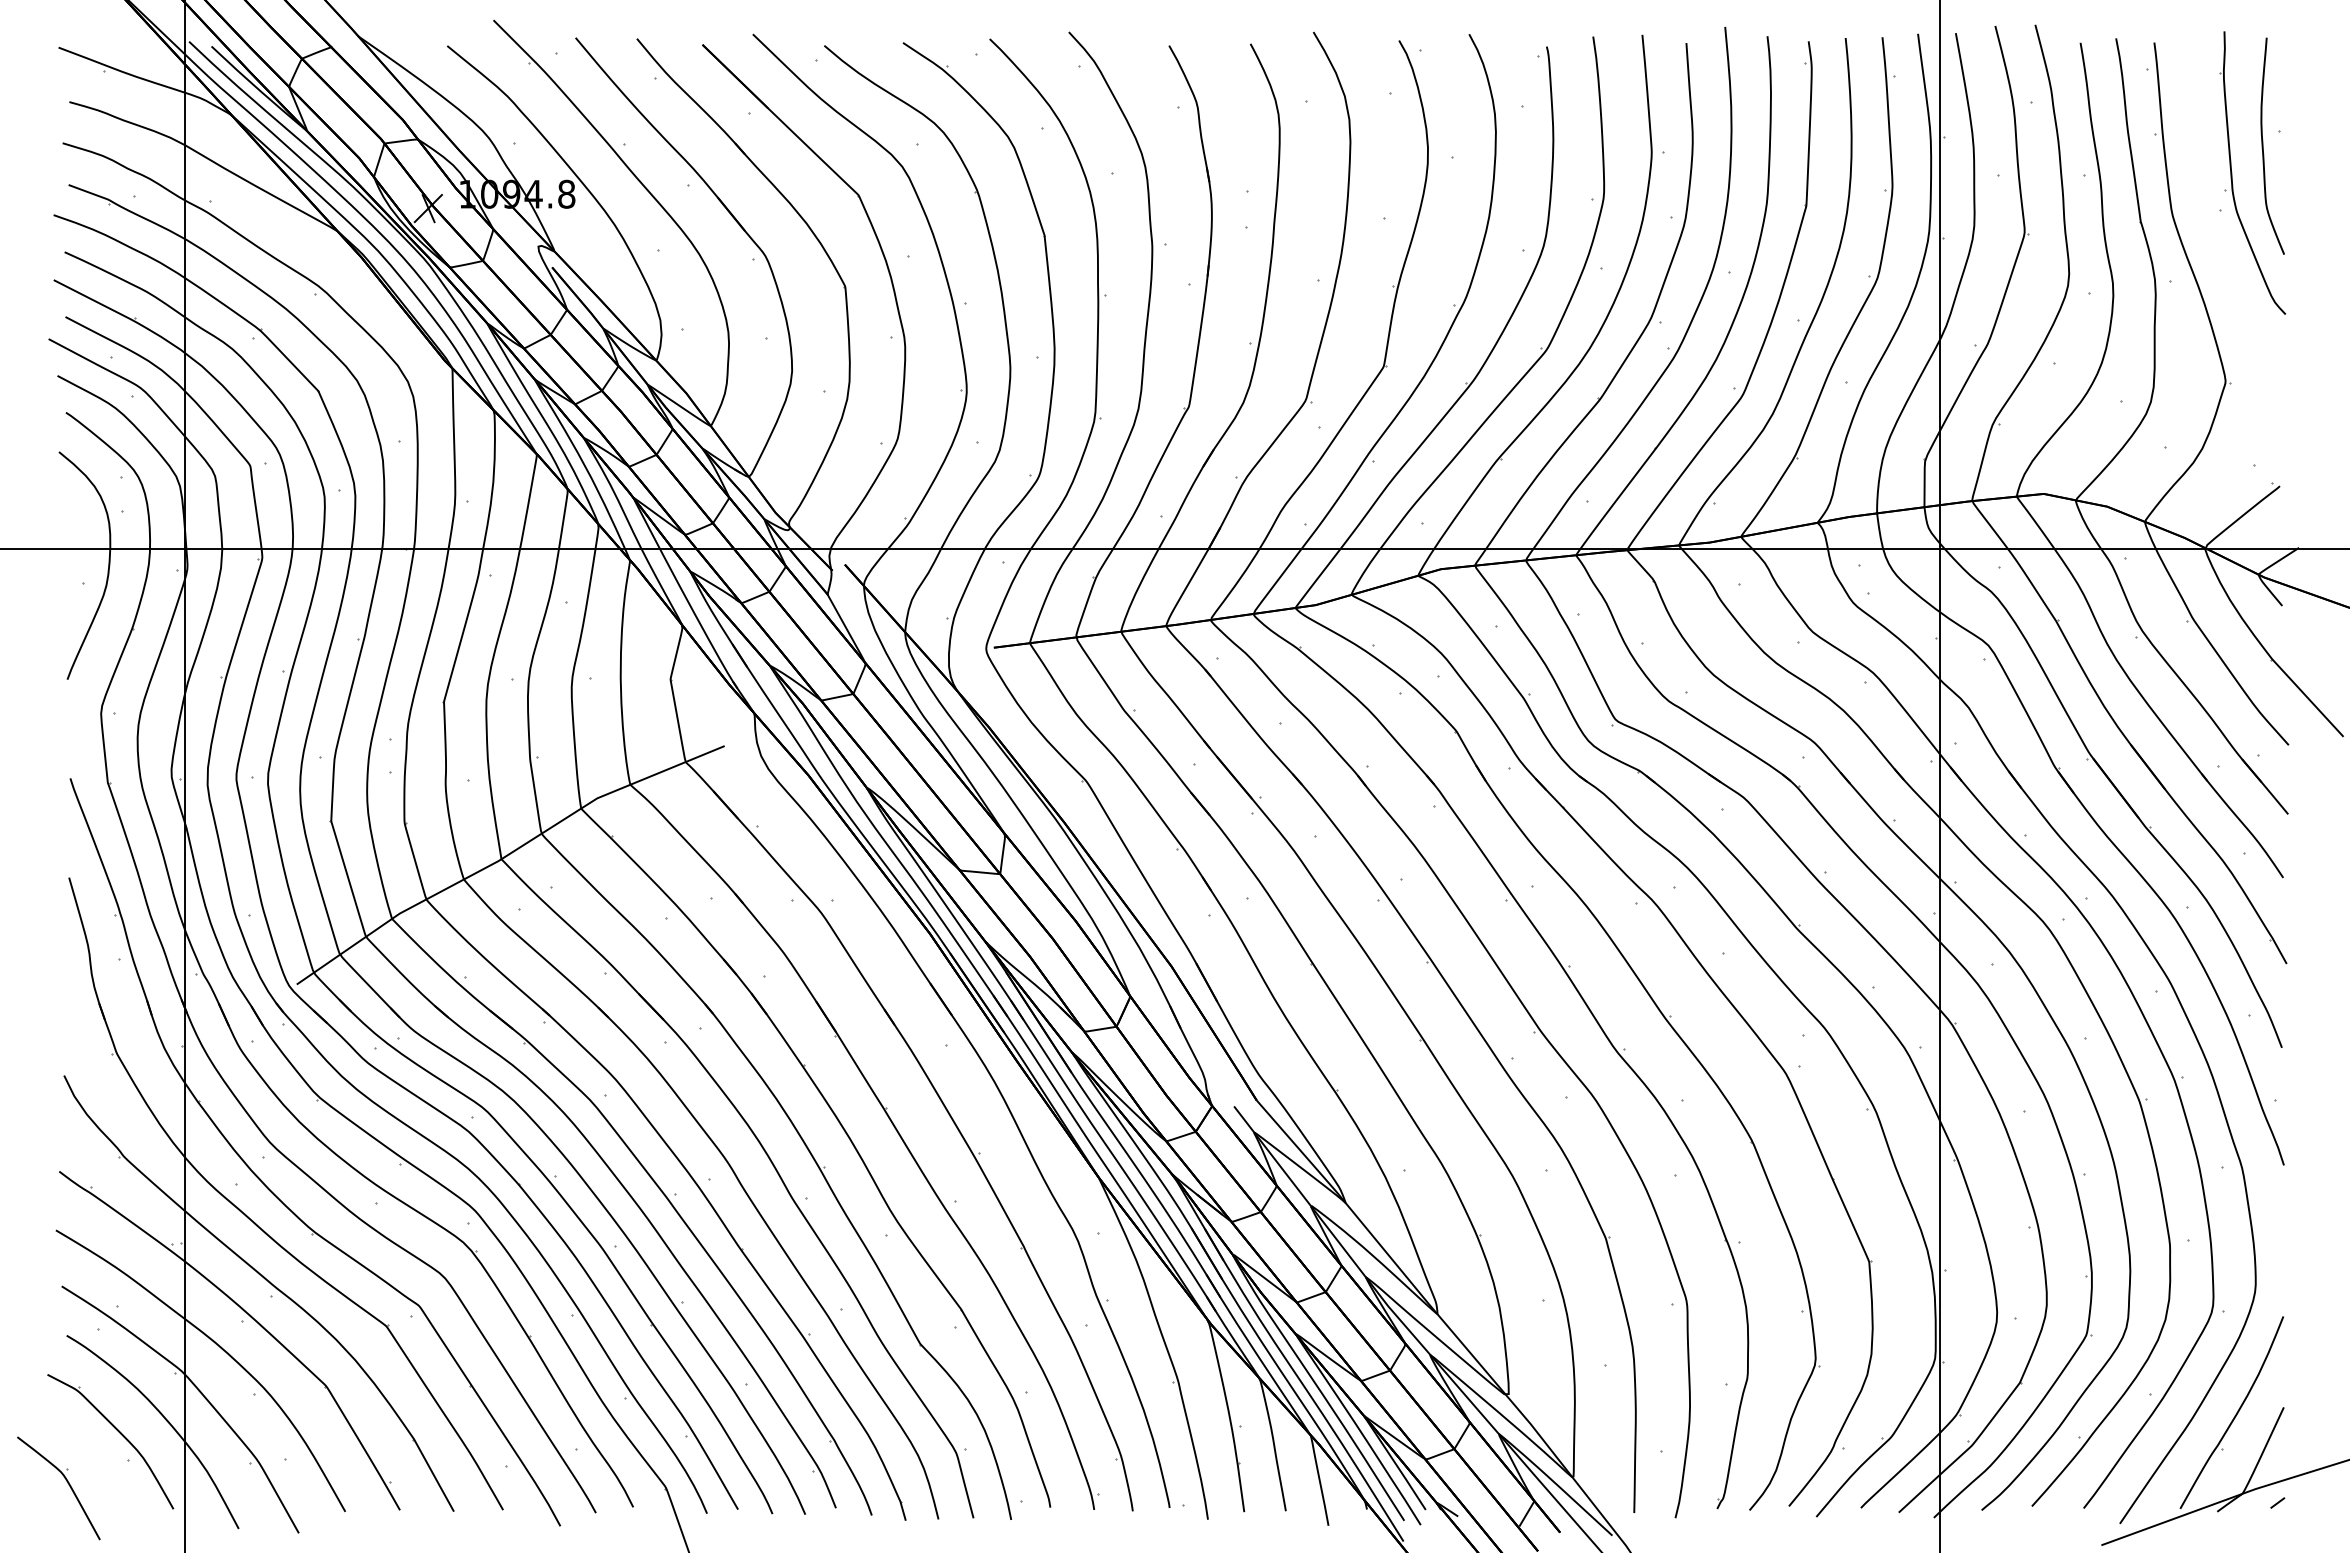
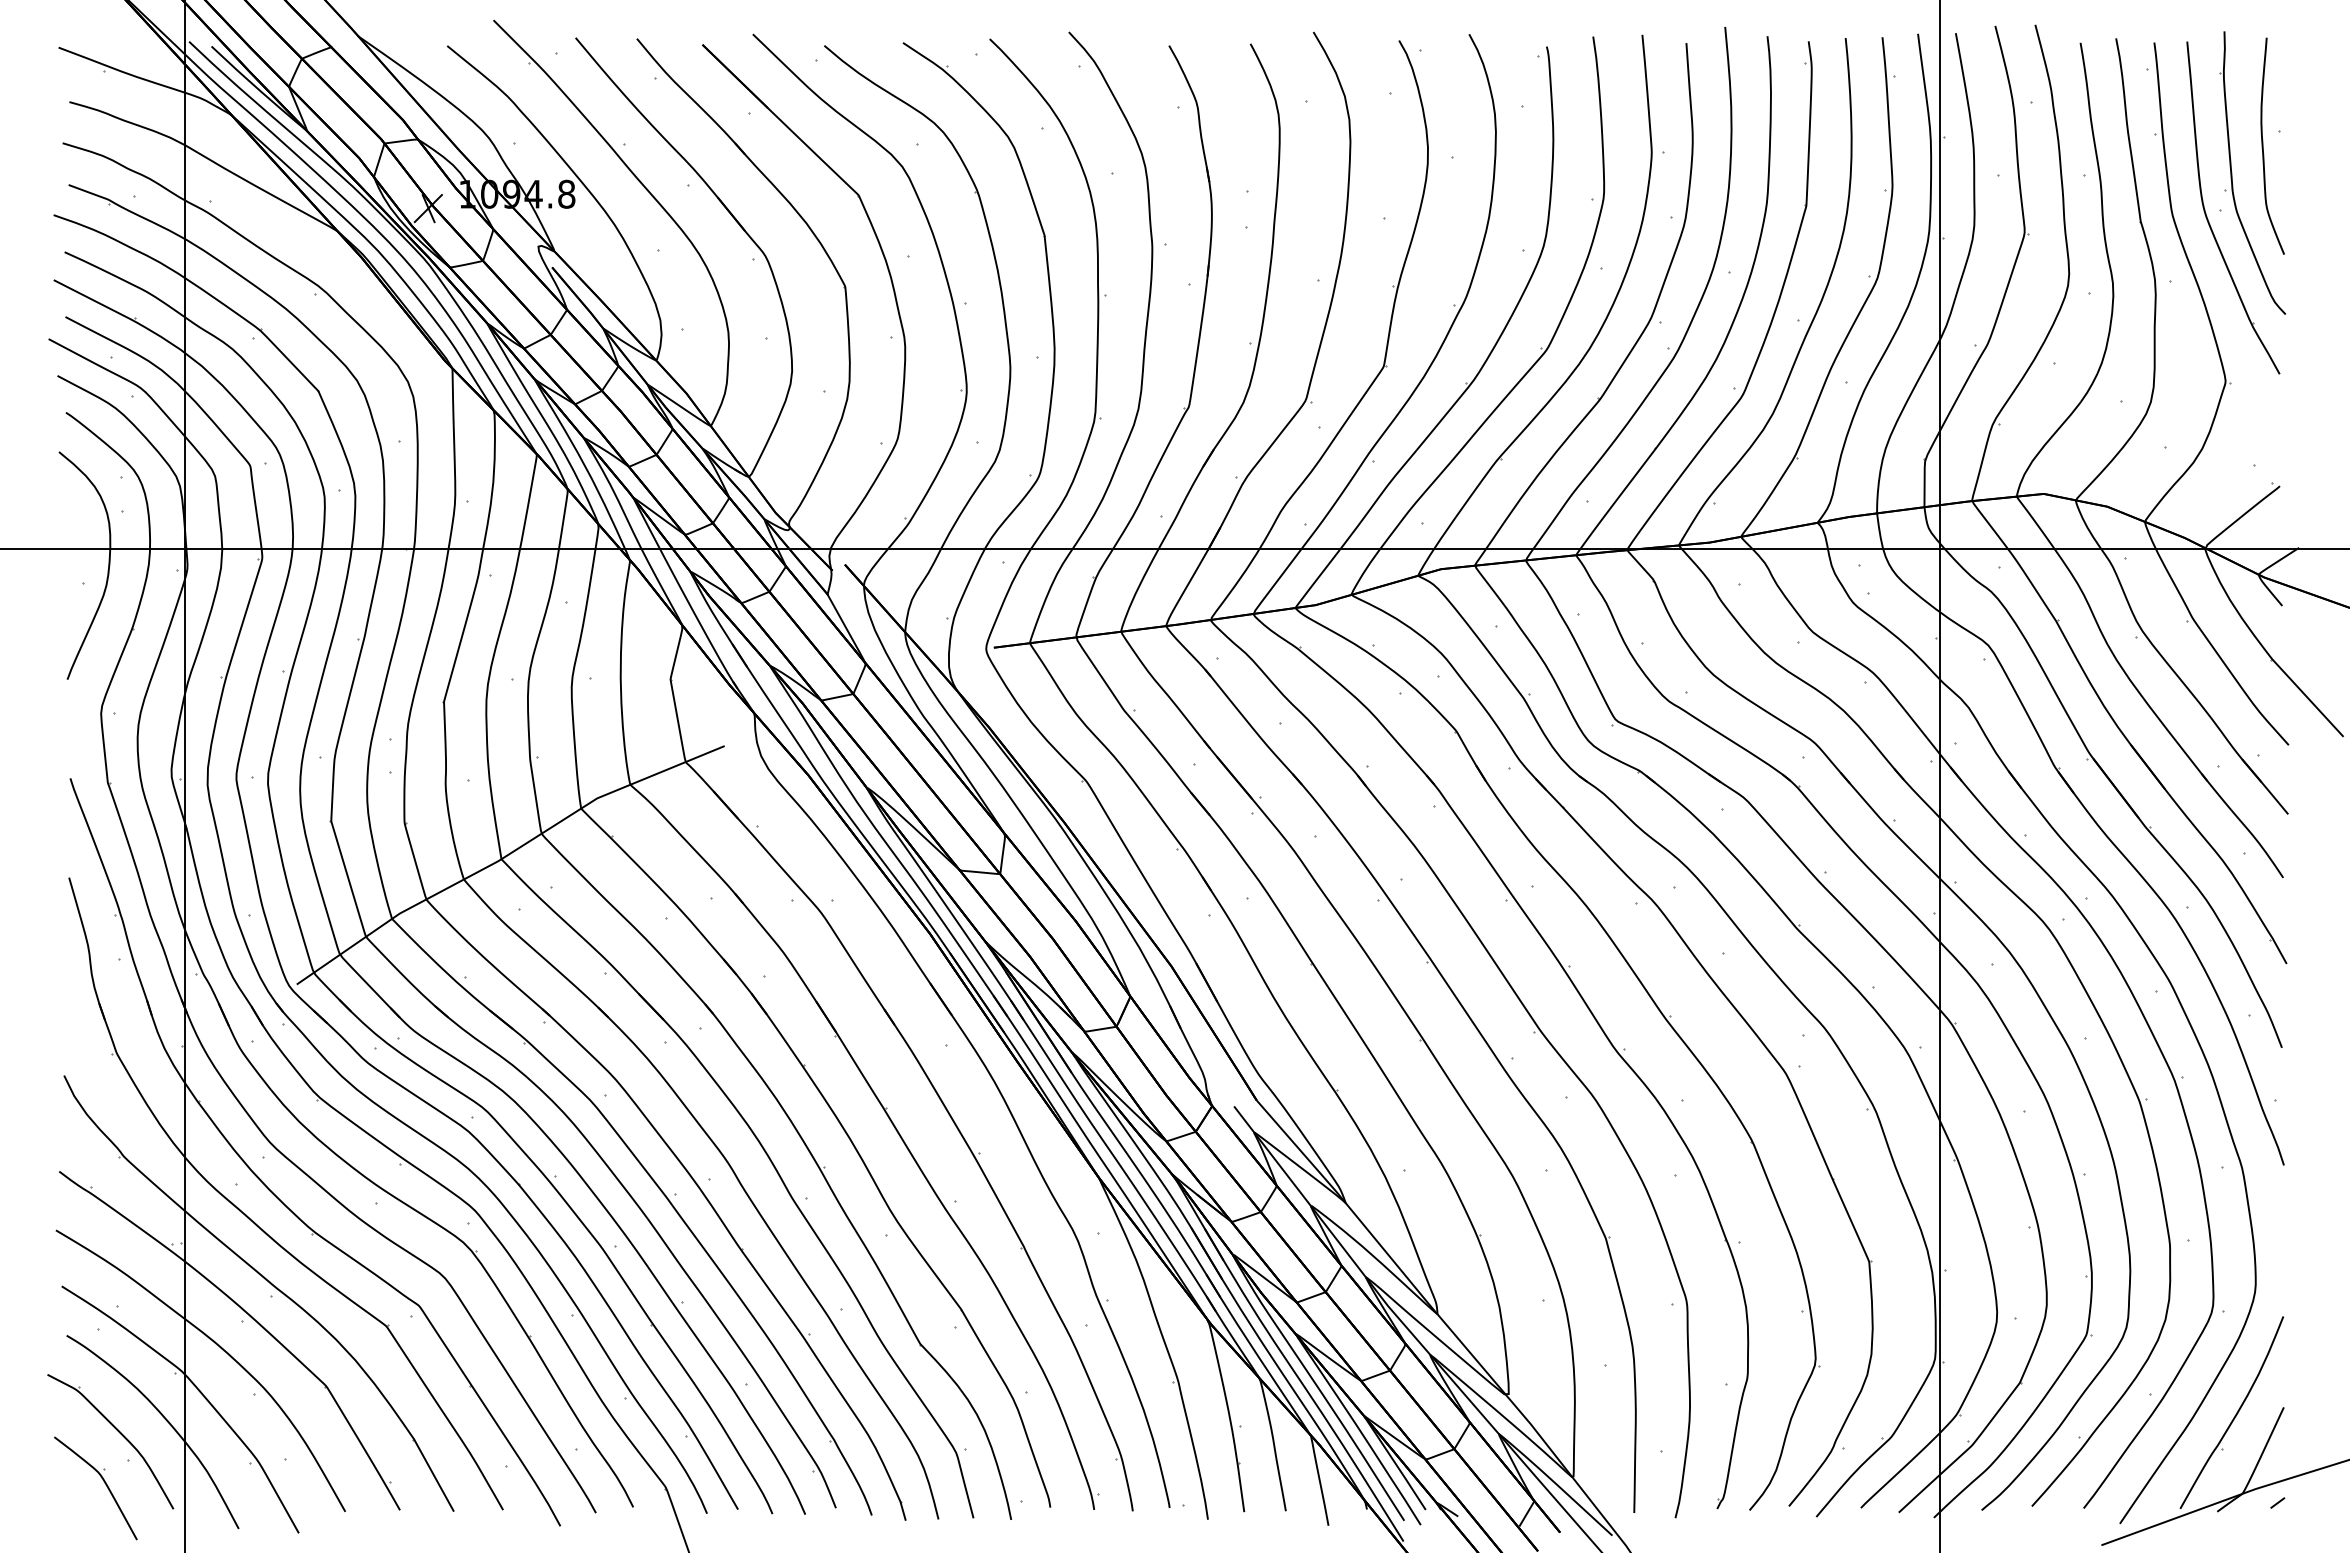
part at (2207, 216): none -> present
part at (67, 1483) position: (67, 1483) -> (104, 1483)
